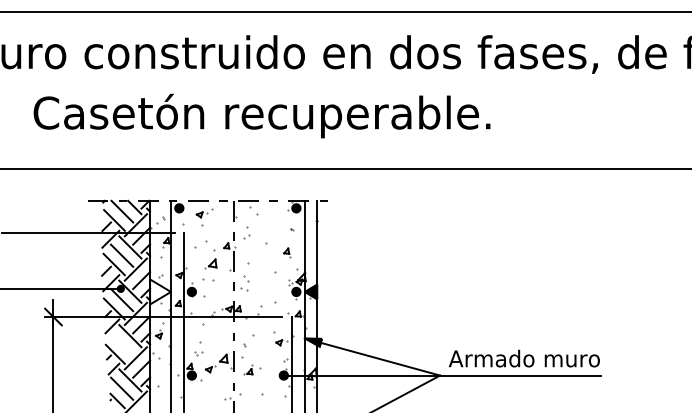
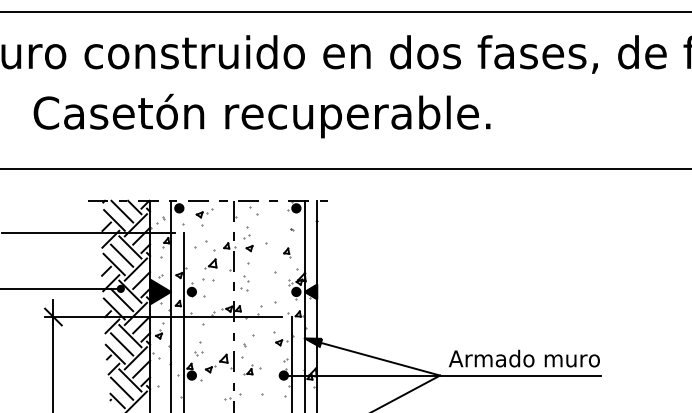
part at (249, 248): none -> present
fill at (160, 291): none -> present
line at (122, 344): none -> present
